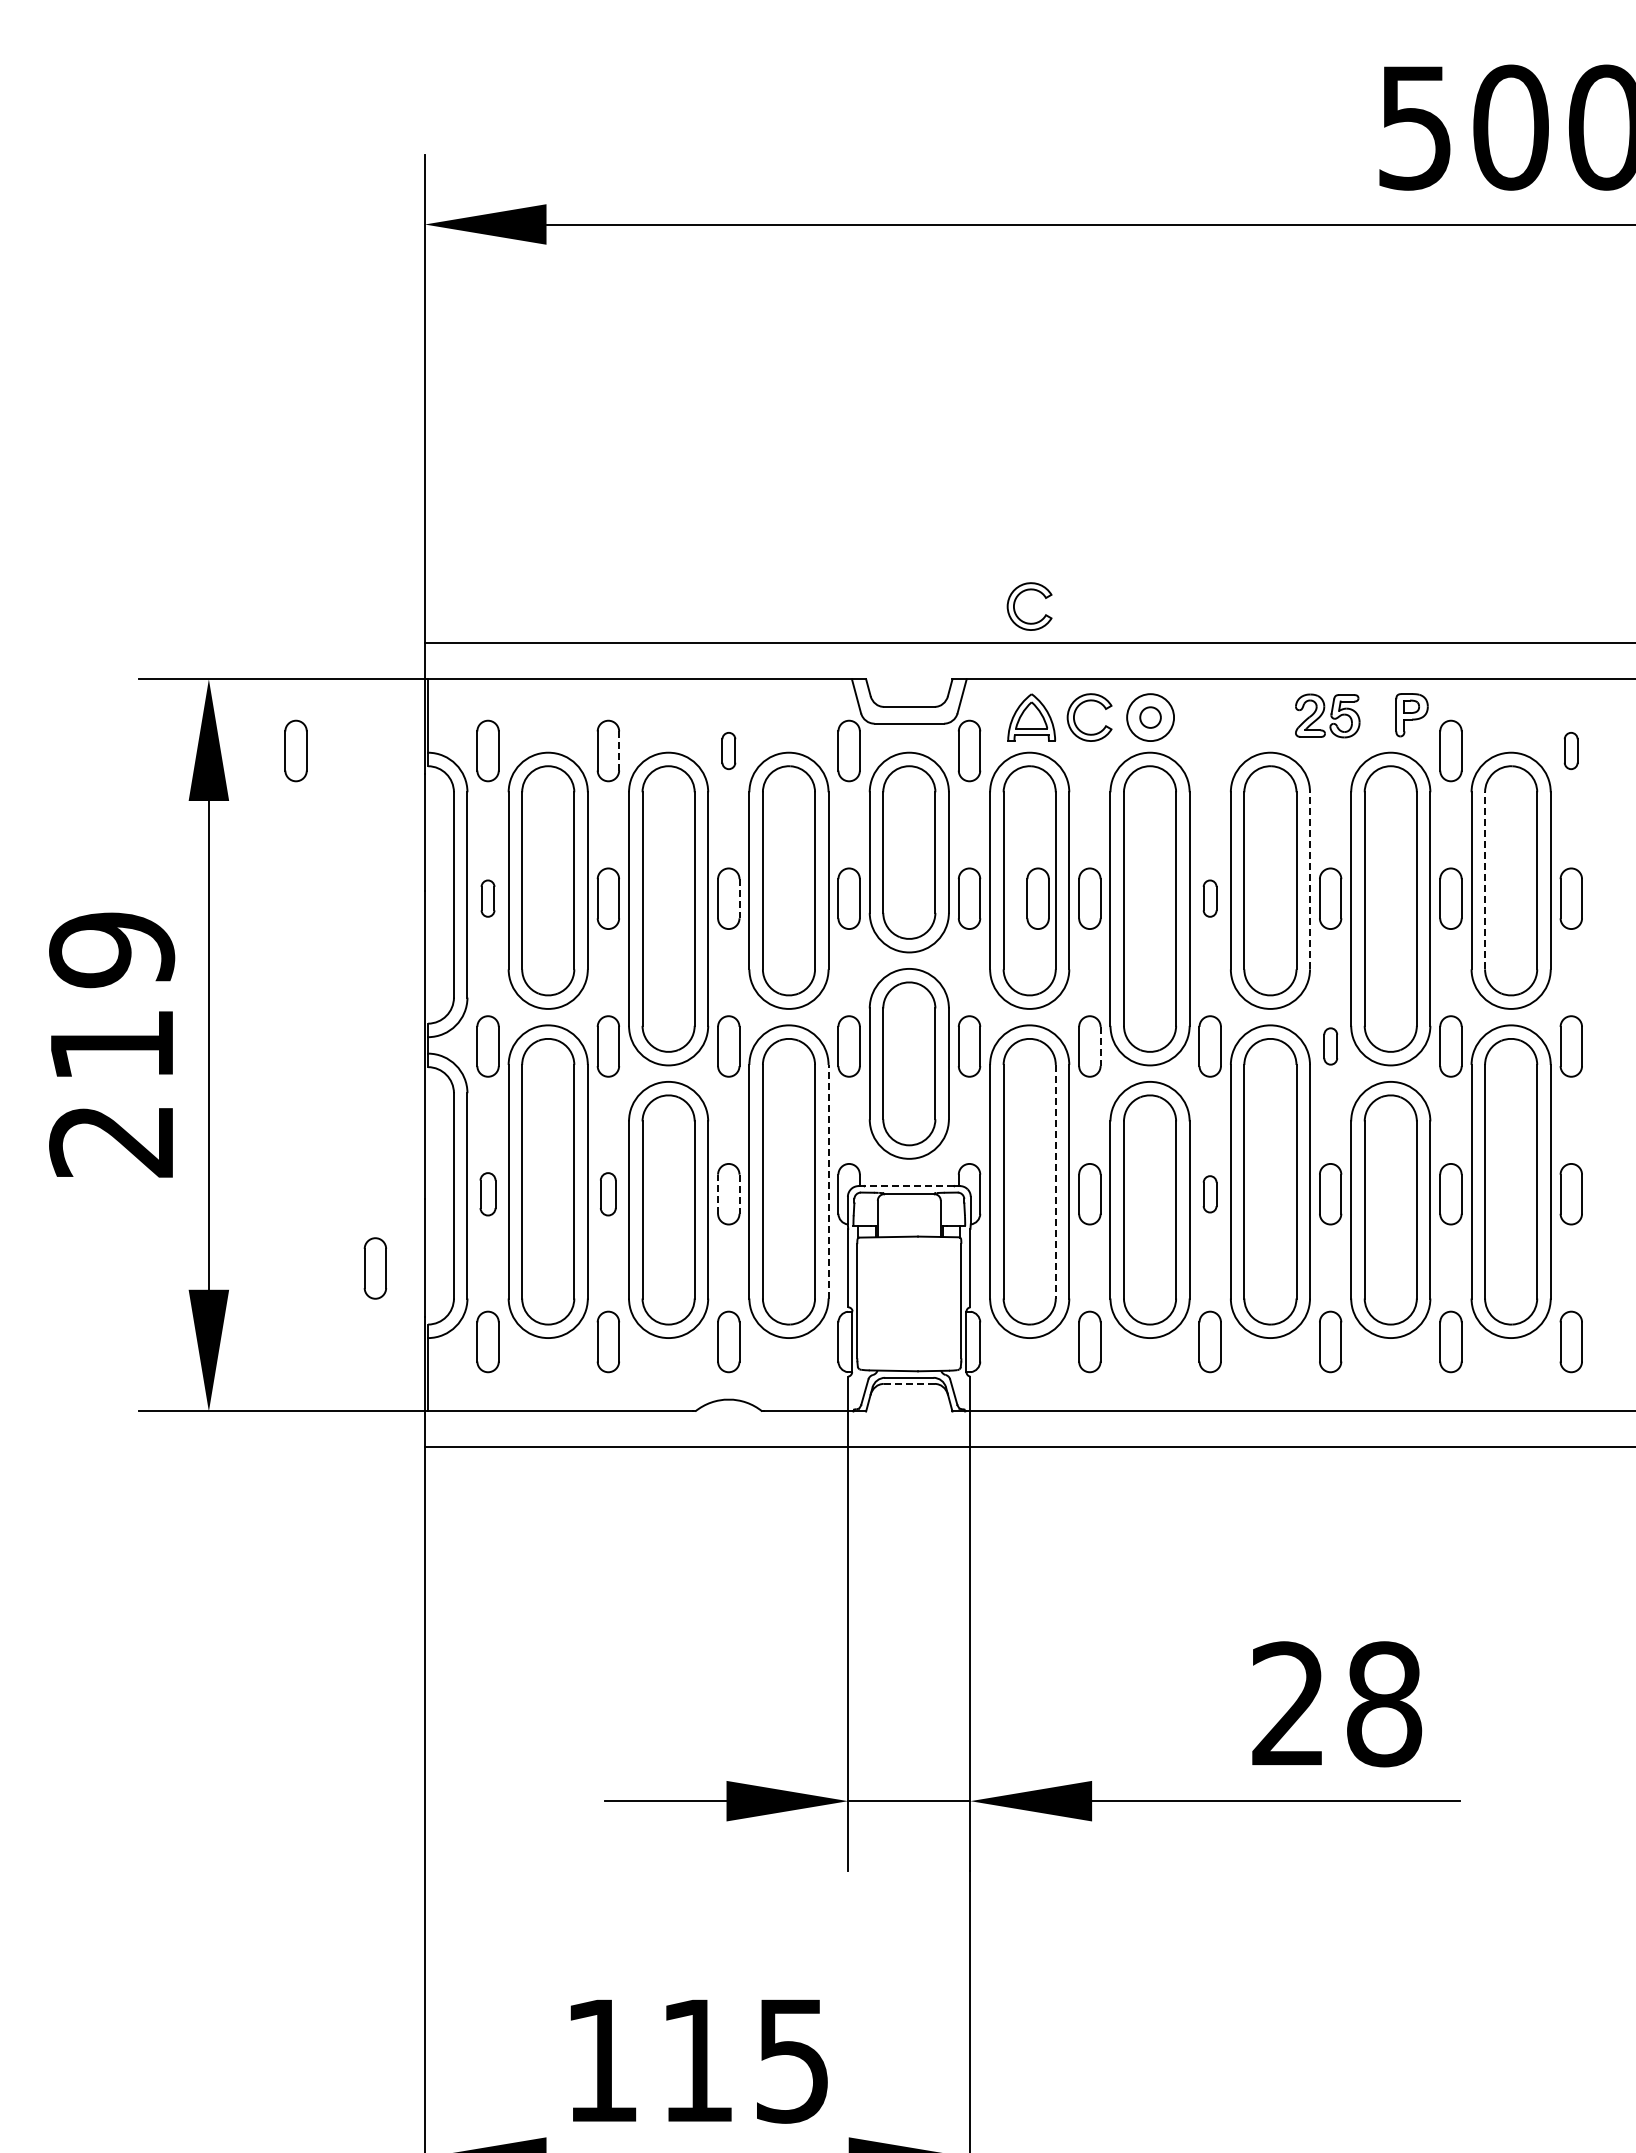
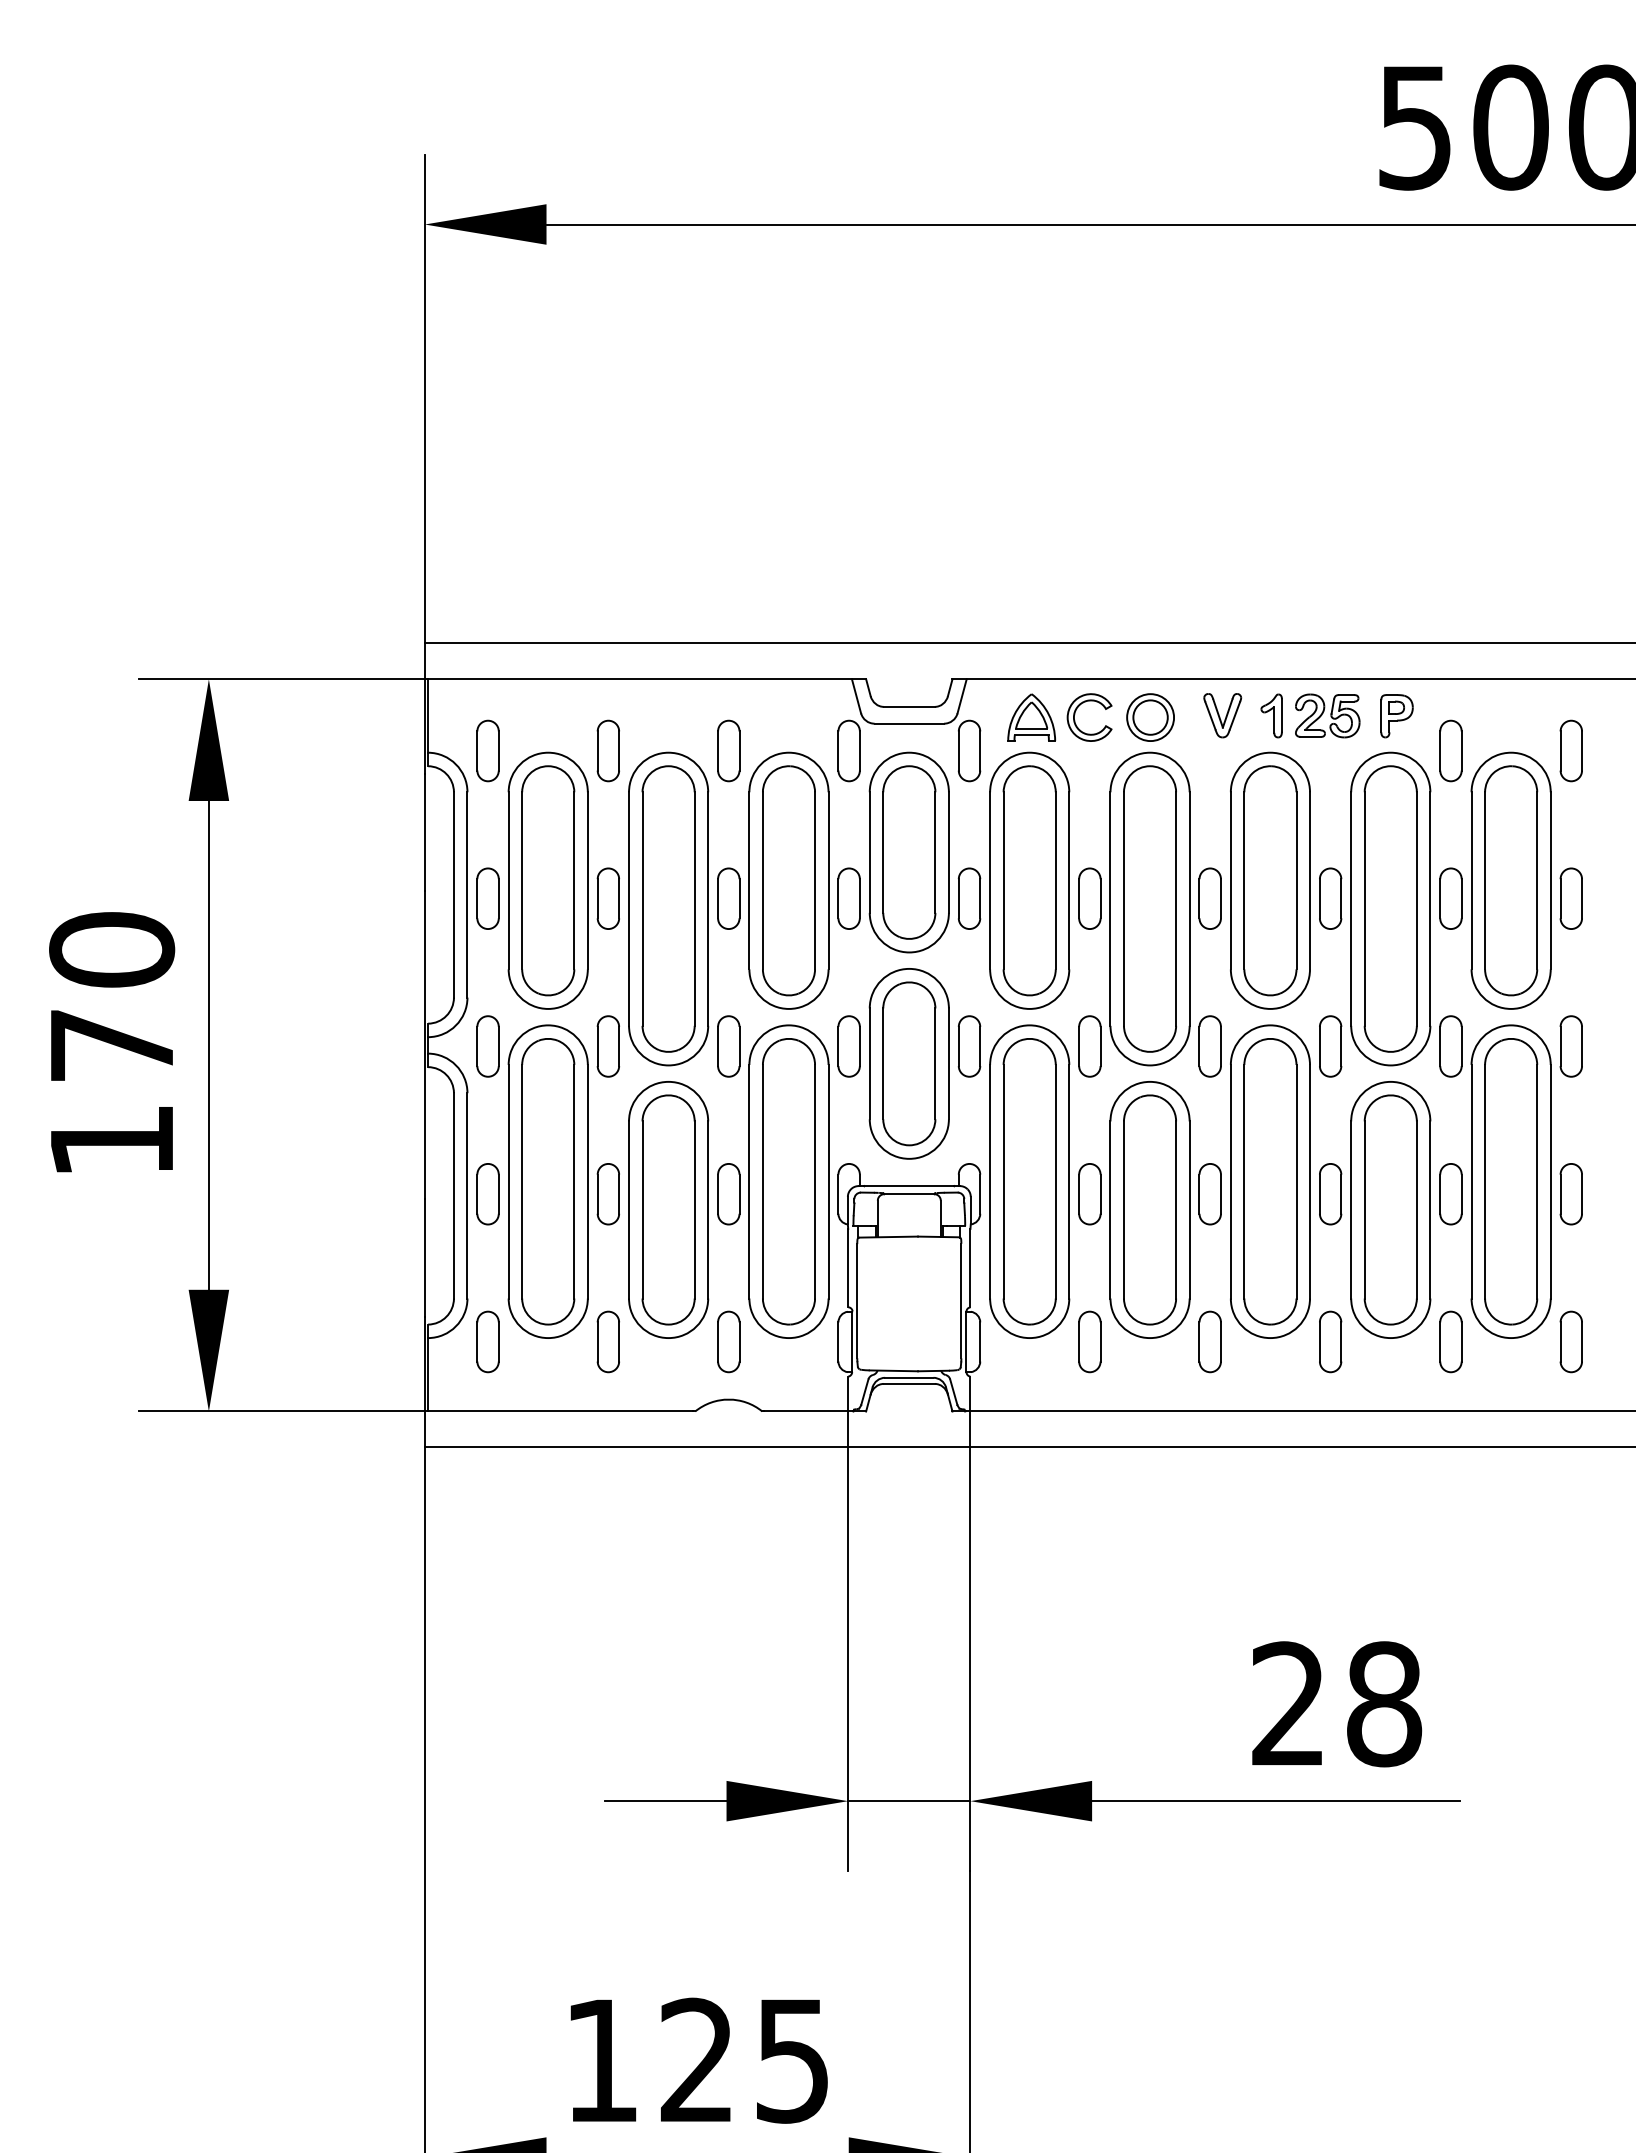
part at (1015, 603): present -> none
part at (1222, 715): none -> present
part at (1271, 715): none -> present
part at (1411, 715) position: (1411, 715) -> (1396, 716)
circle at (1150, 717) diameter: 21 px -> 34 px
part at (295, 750): present -> none
part at (728, 750) size: 16x38 px -> 24x64 px
line at (619, 751): dashed -> solid
part at (1570, 751) size: 16x39 px -> 24x64 px
line at (1310, 880): dashed -> solid
line at (1485, 880): dashed -> solid
part at (487, 898) size: 16x39 px -> 24x63 px
line at (739, 898): dashed -> solid
part at (1037, 898): present -> none
part at (1209, 898) size: 16x39 px -> 24x63 px
text at (112, 1044): 219 -> 170
line at (1100, 1046): dashed -> solid
part at (1330, 1046) size: 15x39 px -> 24x63 px
line at (828, 1181): dashed -> solid
line at (1055, 1181): dashed -> solid
line at (909, 1186): dashed -> solid
part at (487, 1194) size: 18x45 px -> 24x63 px
part at (607, 1194) size: 18x45 px -> 24x63 px
line at (718, 1194): dashed -> solid
line at (739, 1194): dashed -> solid
part at (1209, 1194) size: 16x39 px -> 24x63 px
part at (374, 1268): present -> none
line at (909, 1383): dashed -> solid
text at (695, 2059): 115 -> 125
